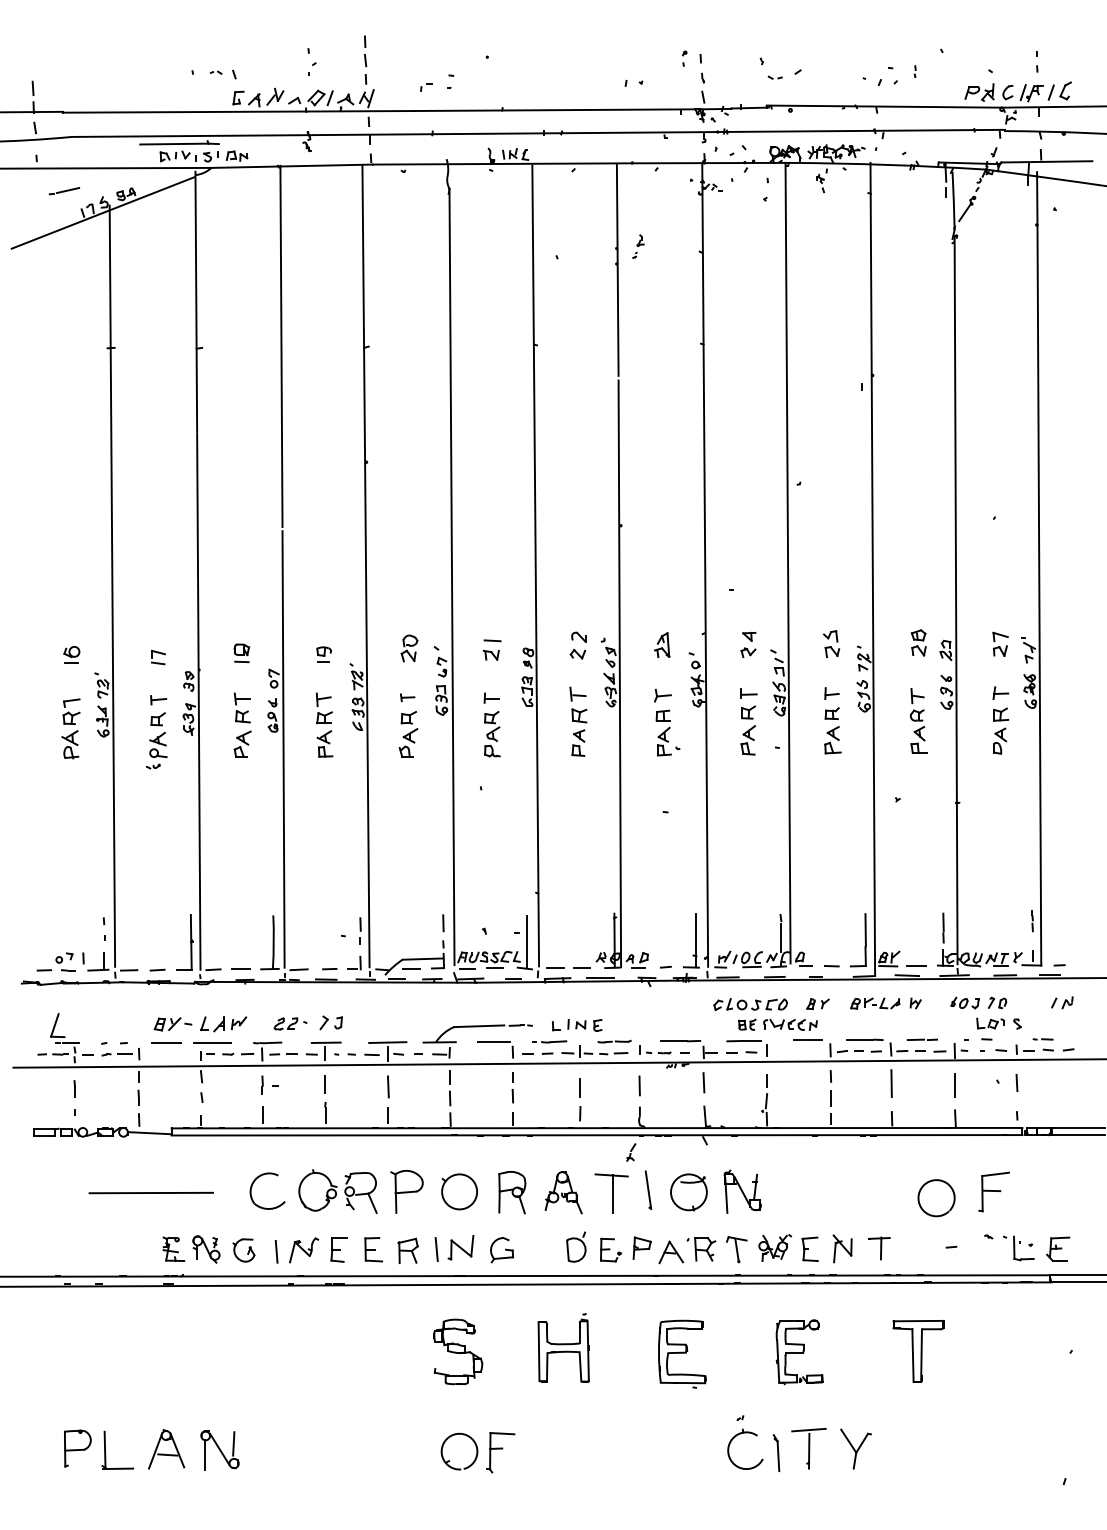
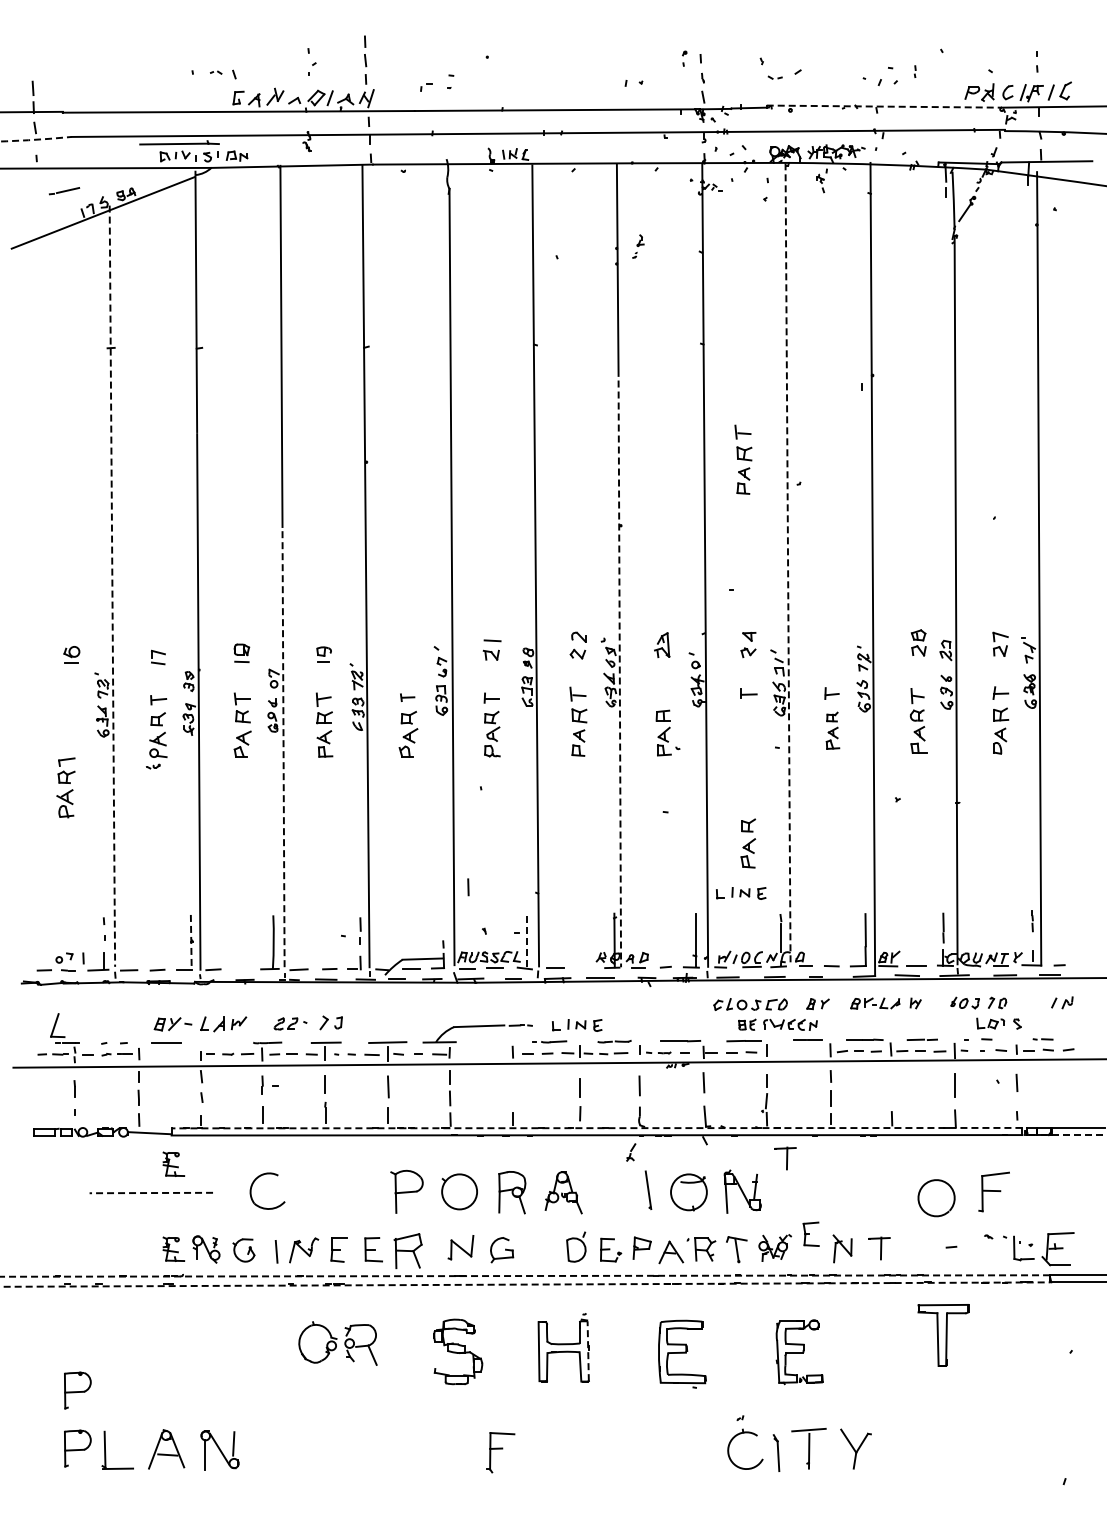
line at (884, 106): solid -> dashed
arc at (35, 139): solid -> dashed
part at (743, 459): none -> present
line at (788, 563): solid -> dashed
line at (112, 586): solid -> dashed
part at (831, 644): present -> none
part at (409, 648): present -> none
line at (619, 674): solid -> dashed
part at (662, 695): present -> none
part at (70, 728) position: (70, 728) -> (65, 787)
part at (748, 730) position: (748, 730) -> (748, 843)
part at (832, 730) size: 18x48 px -> 16x39 px
line at (283, 749): solid -> dashed
part at (741, 893): none -> present
line at (443, 923) position: (443, 923) -> (468, 887)
line at (527, 941): solid -> dashed
line at (191, 942): solid -> dashed
line at (581, 967): present -> none
line at (240, 968): present -> none
line at (212, 1042): present -> none
line at (493, 1042): present -> none
line at (891, 1083): present -> none
part at (512, 1087): present -> none
line at (596, 1128): solid -> dashed
line at (1078, 1135): solid -> dashed
part at (785, 1158): none -> present
part at (173, 1163): none -> present
part at (337, 1191) position: (337, 1191) -> (337, 1343)
line at (151, 1193): solid -> dashed
part at (611, 1193): present -> none
part at (809, 1248) position: (809, 1248) -> (810, 1233)
part at (1058, 1248) size: 25x26 px -> 34x35 px
line at (436, 1249): present -> none
part at (407, 1250) size: 22x27 px -> 30x37 px
line at (525, 1276): solid -> dashed
line at (525, 1284): solid -> dashed
line at (588, 1351): solid -> dashed
part at (918, 1351) position: (918, 1351) -> (943, 1335)
part at (77, 1390): none -> present
part at (449, 1460): present -> none
